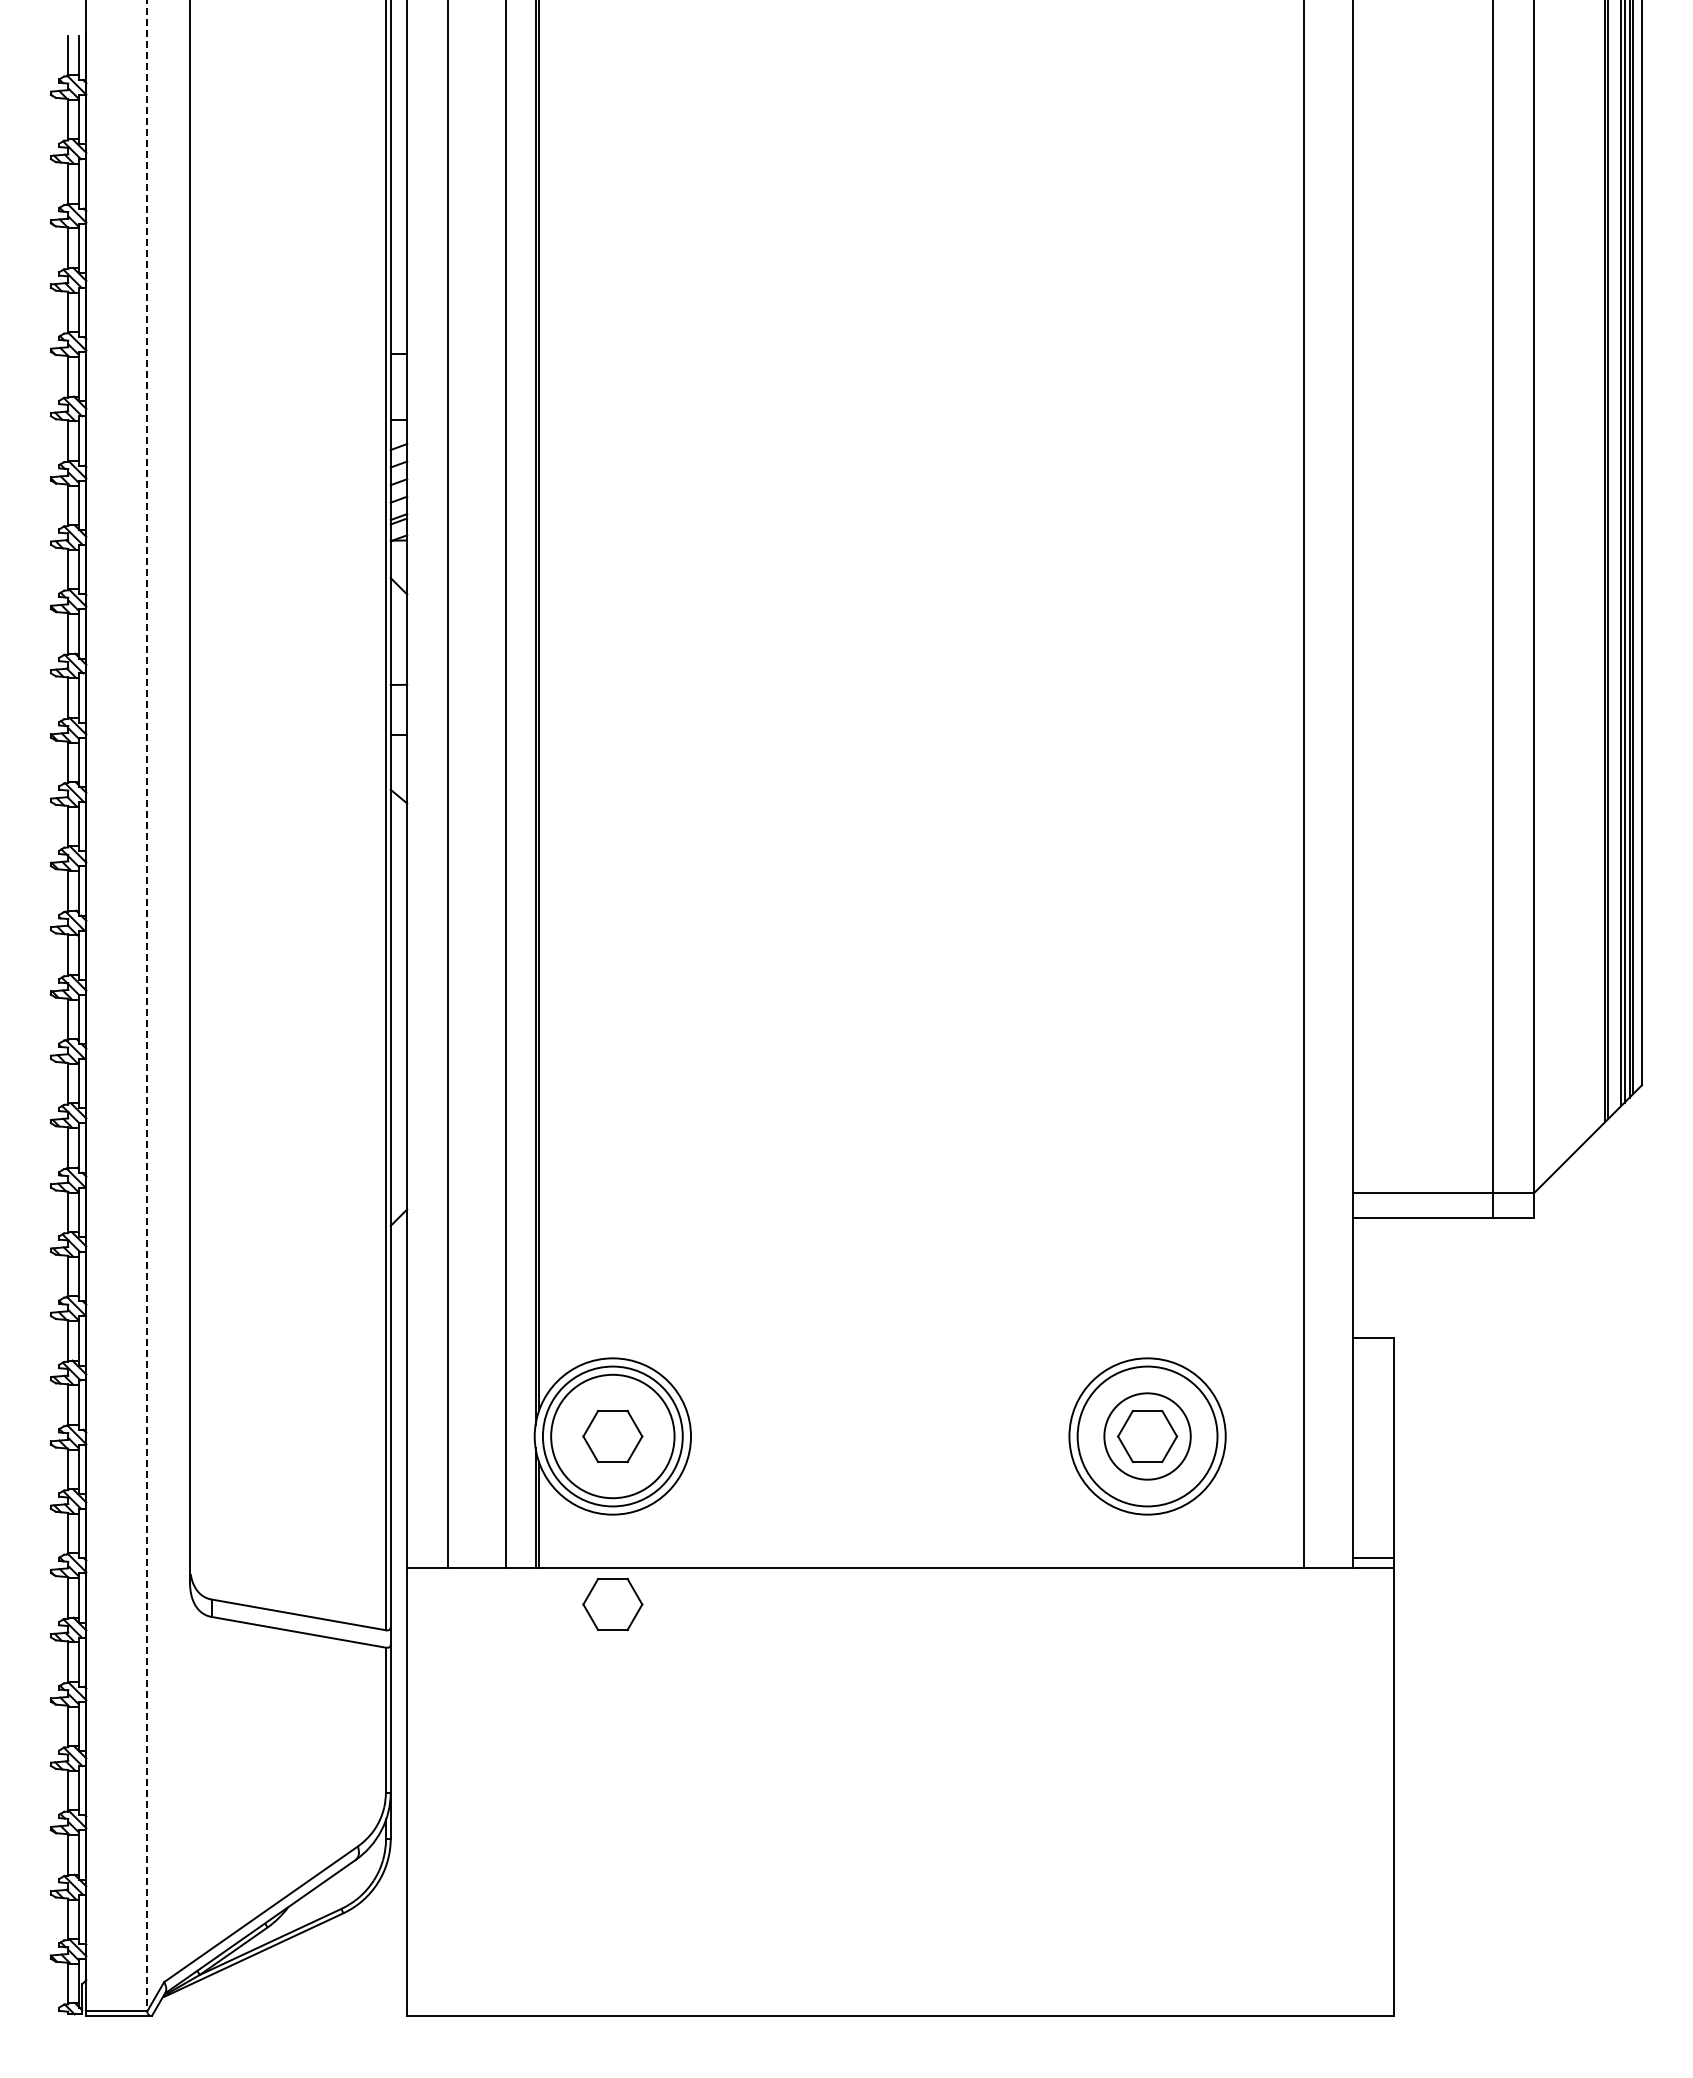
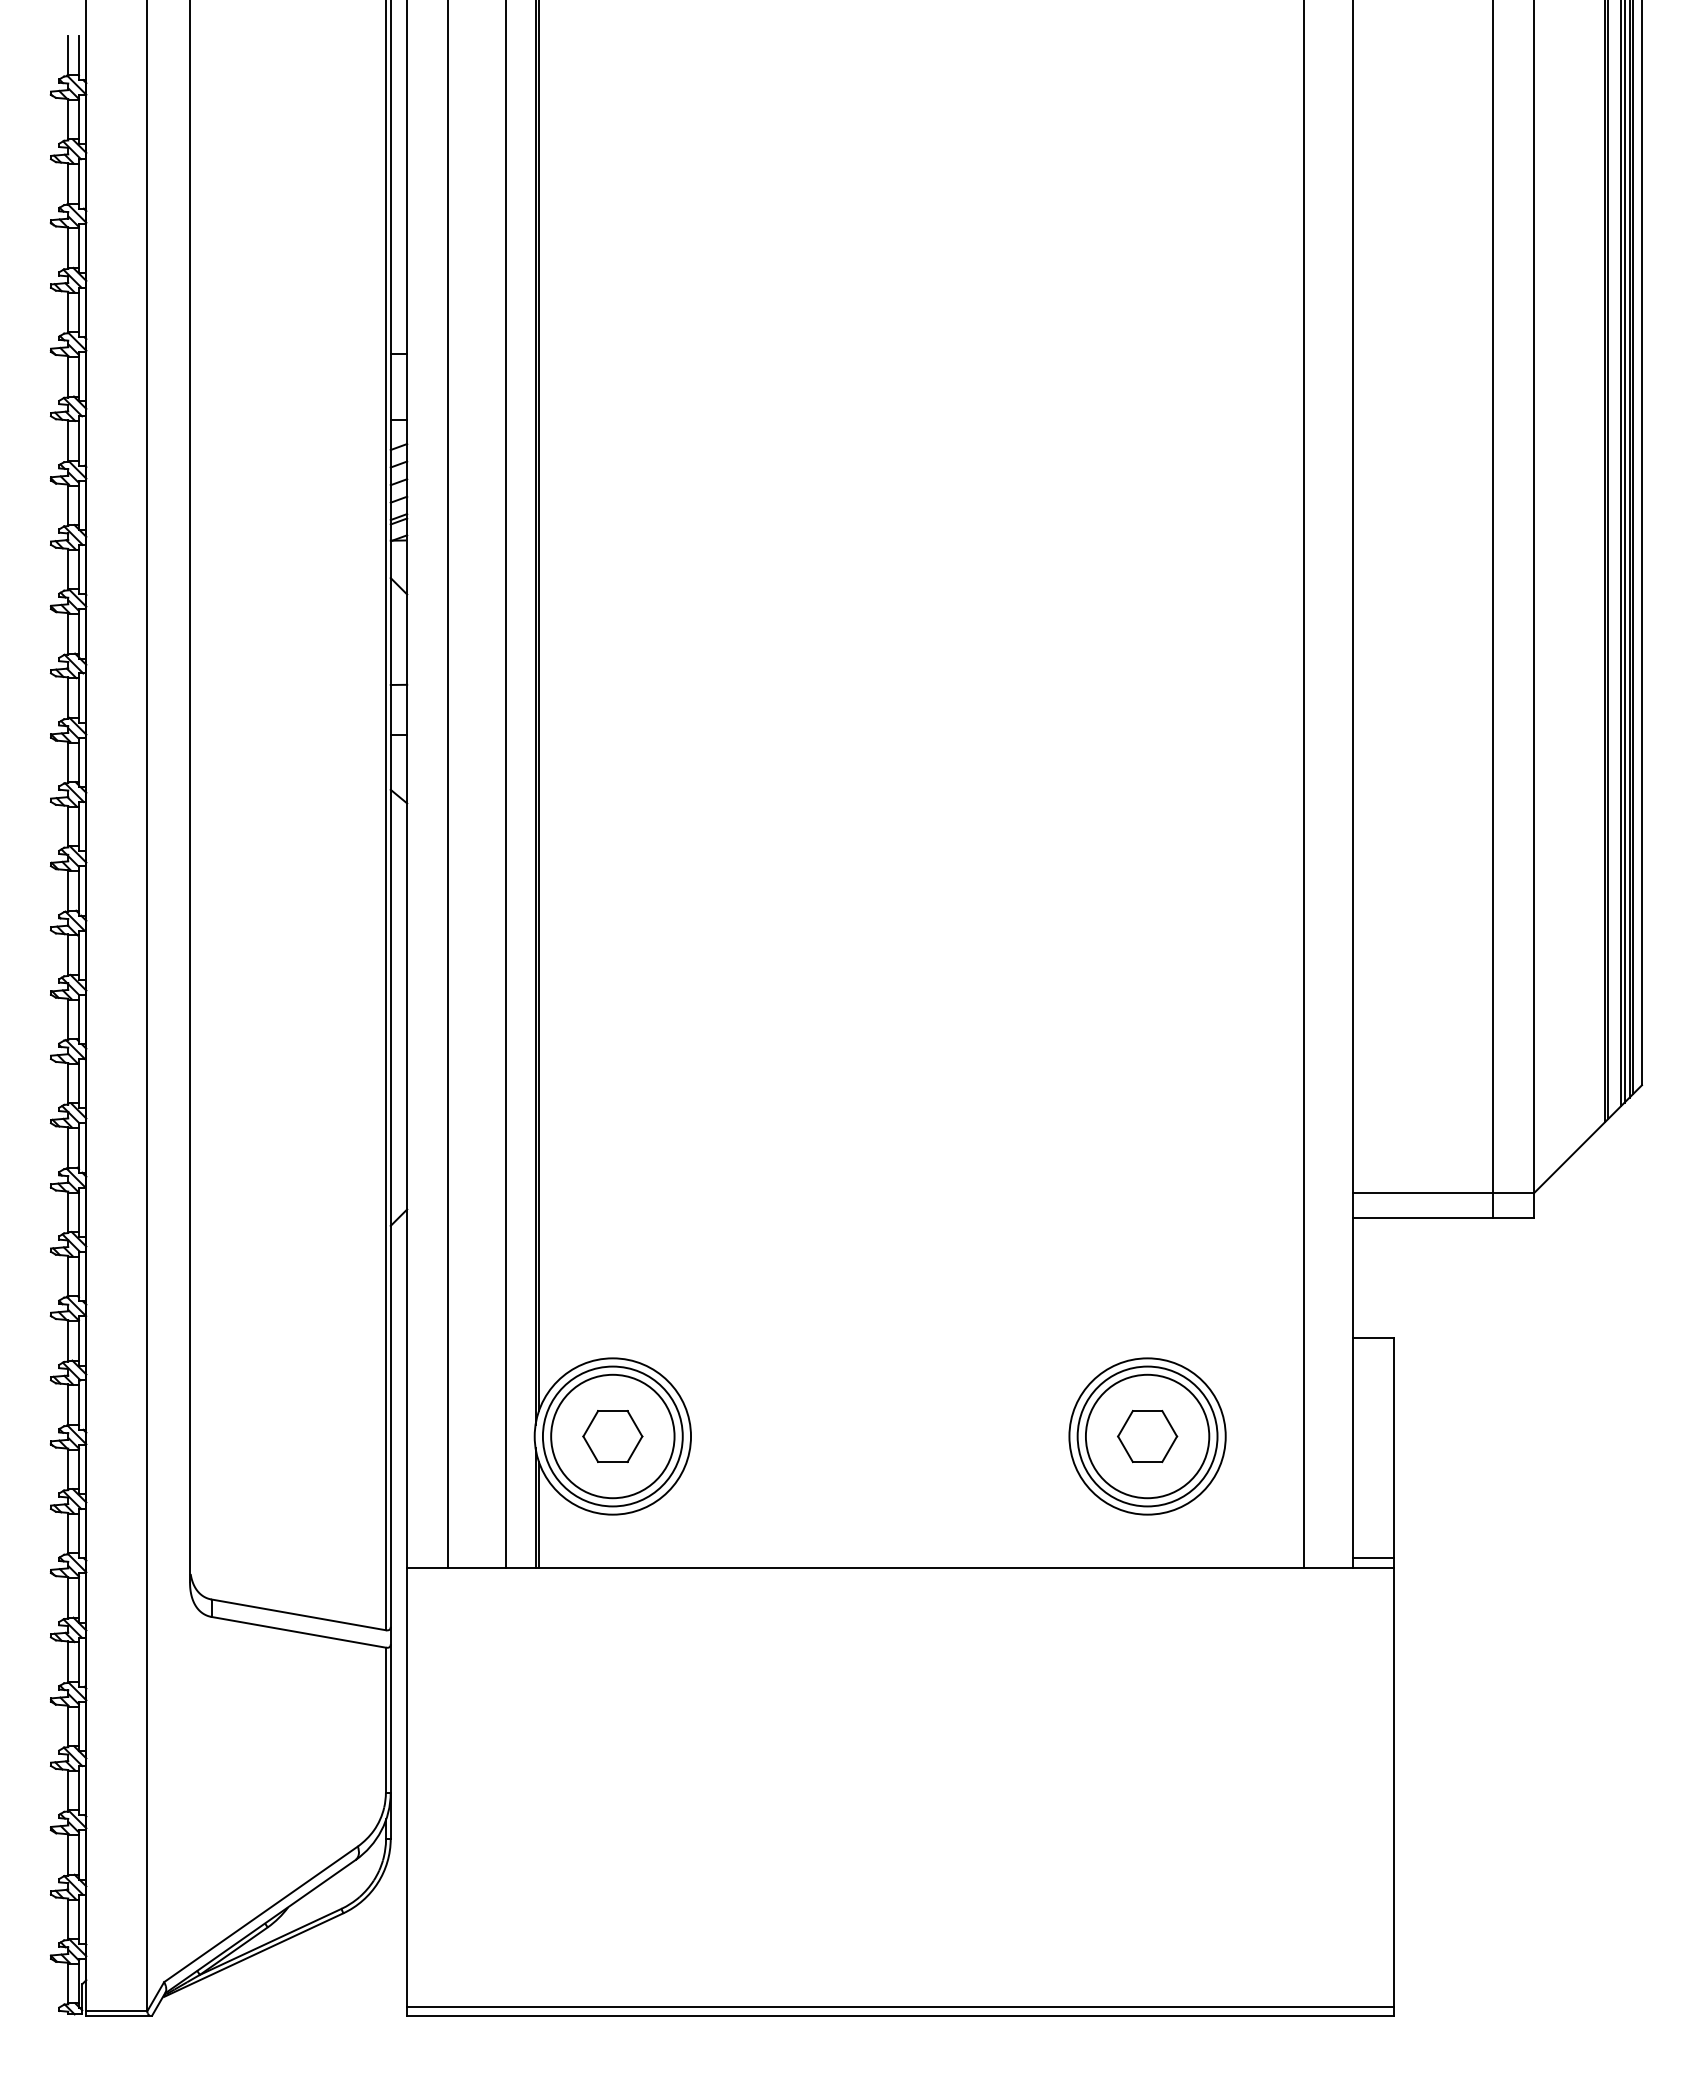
line at (147, 1006): dashed -> solid
circle at (1147, 1436) diameter: 86 px -> 123 px
part at (612, 1604): present -> none
line at (900, 2007): none -> present
